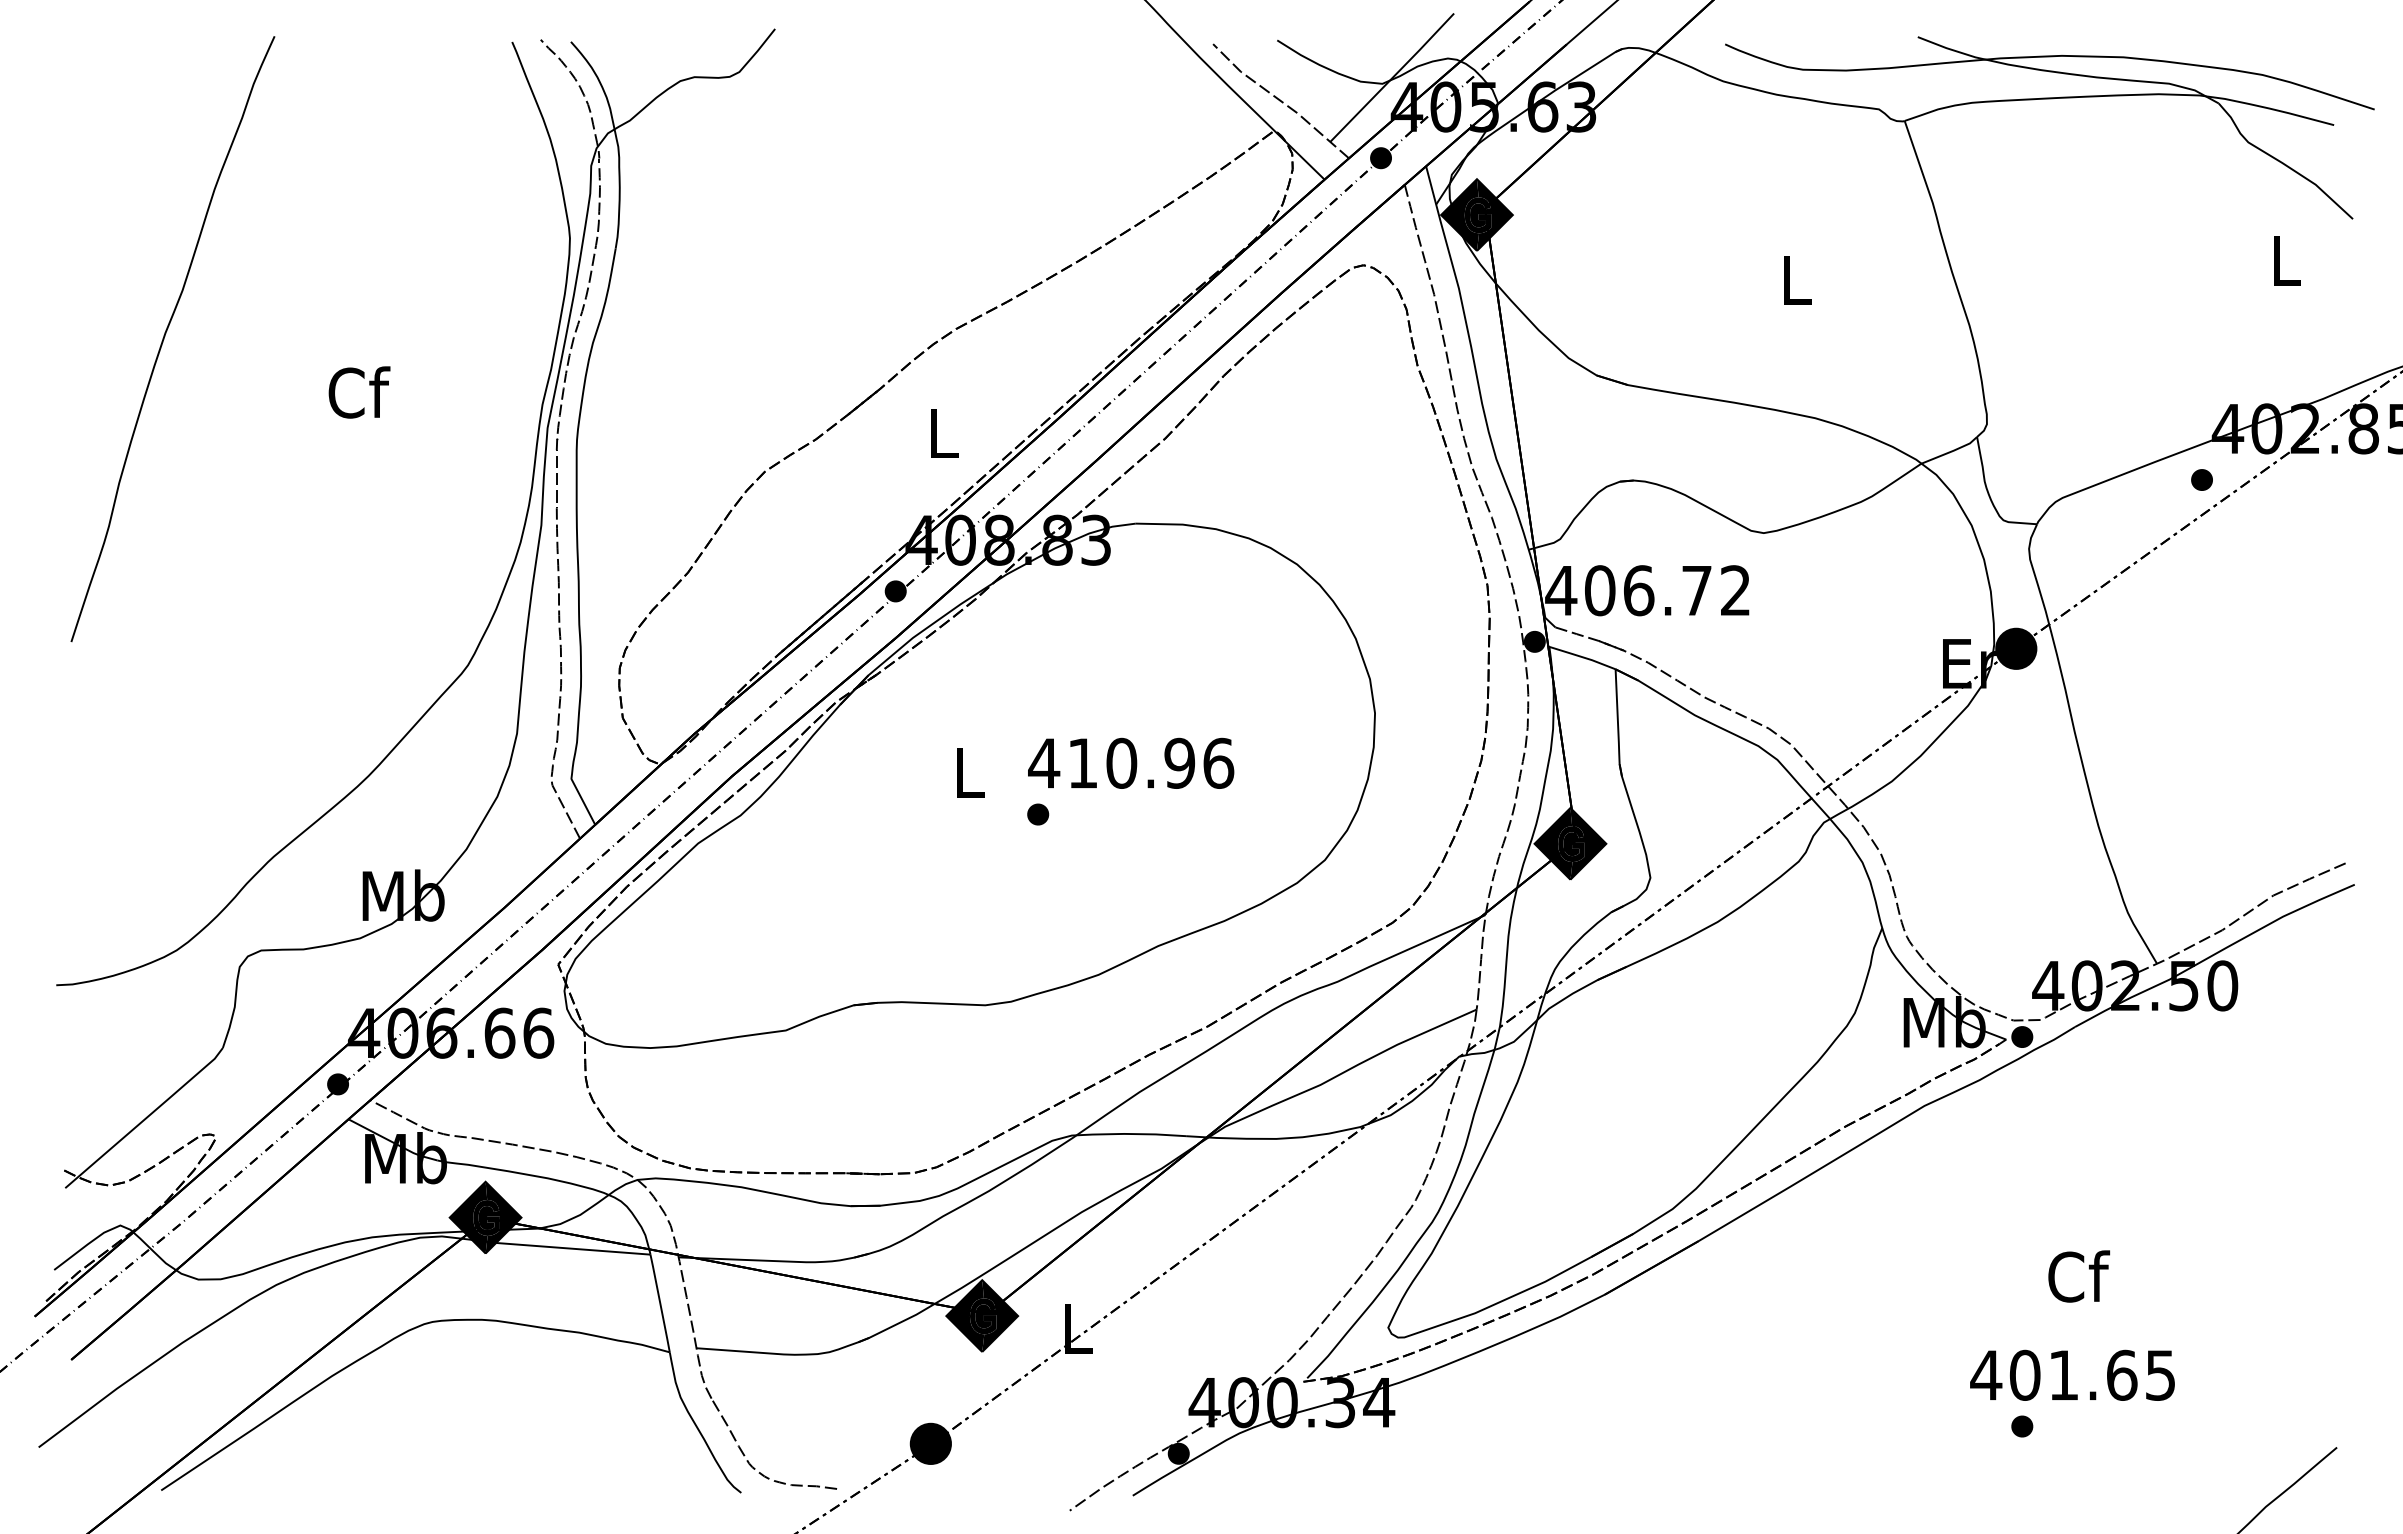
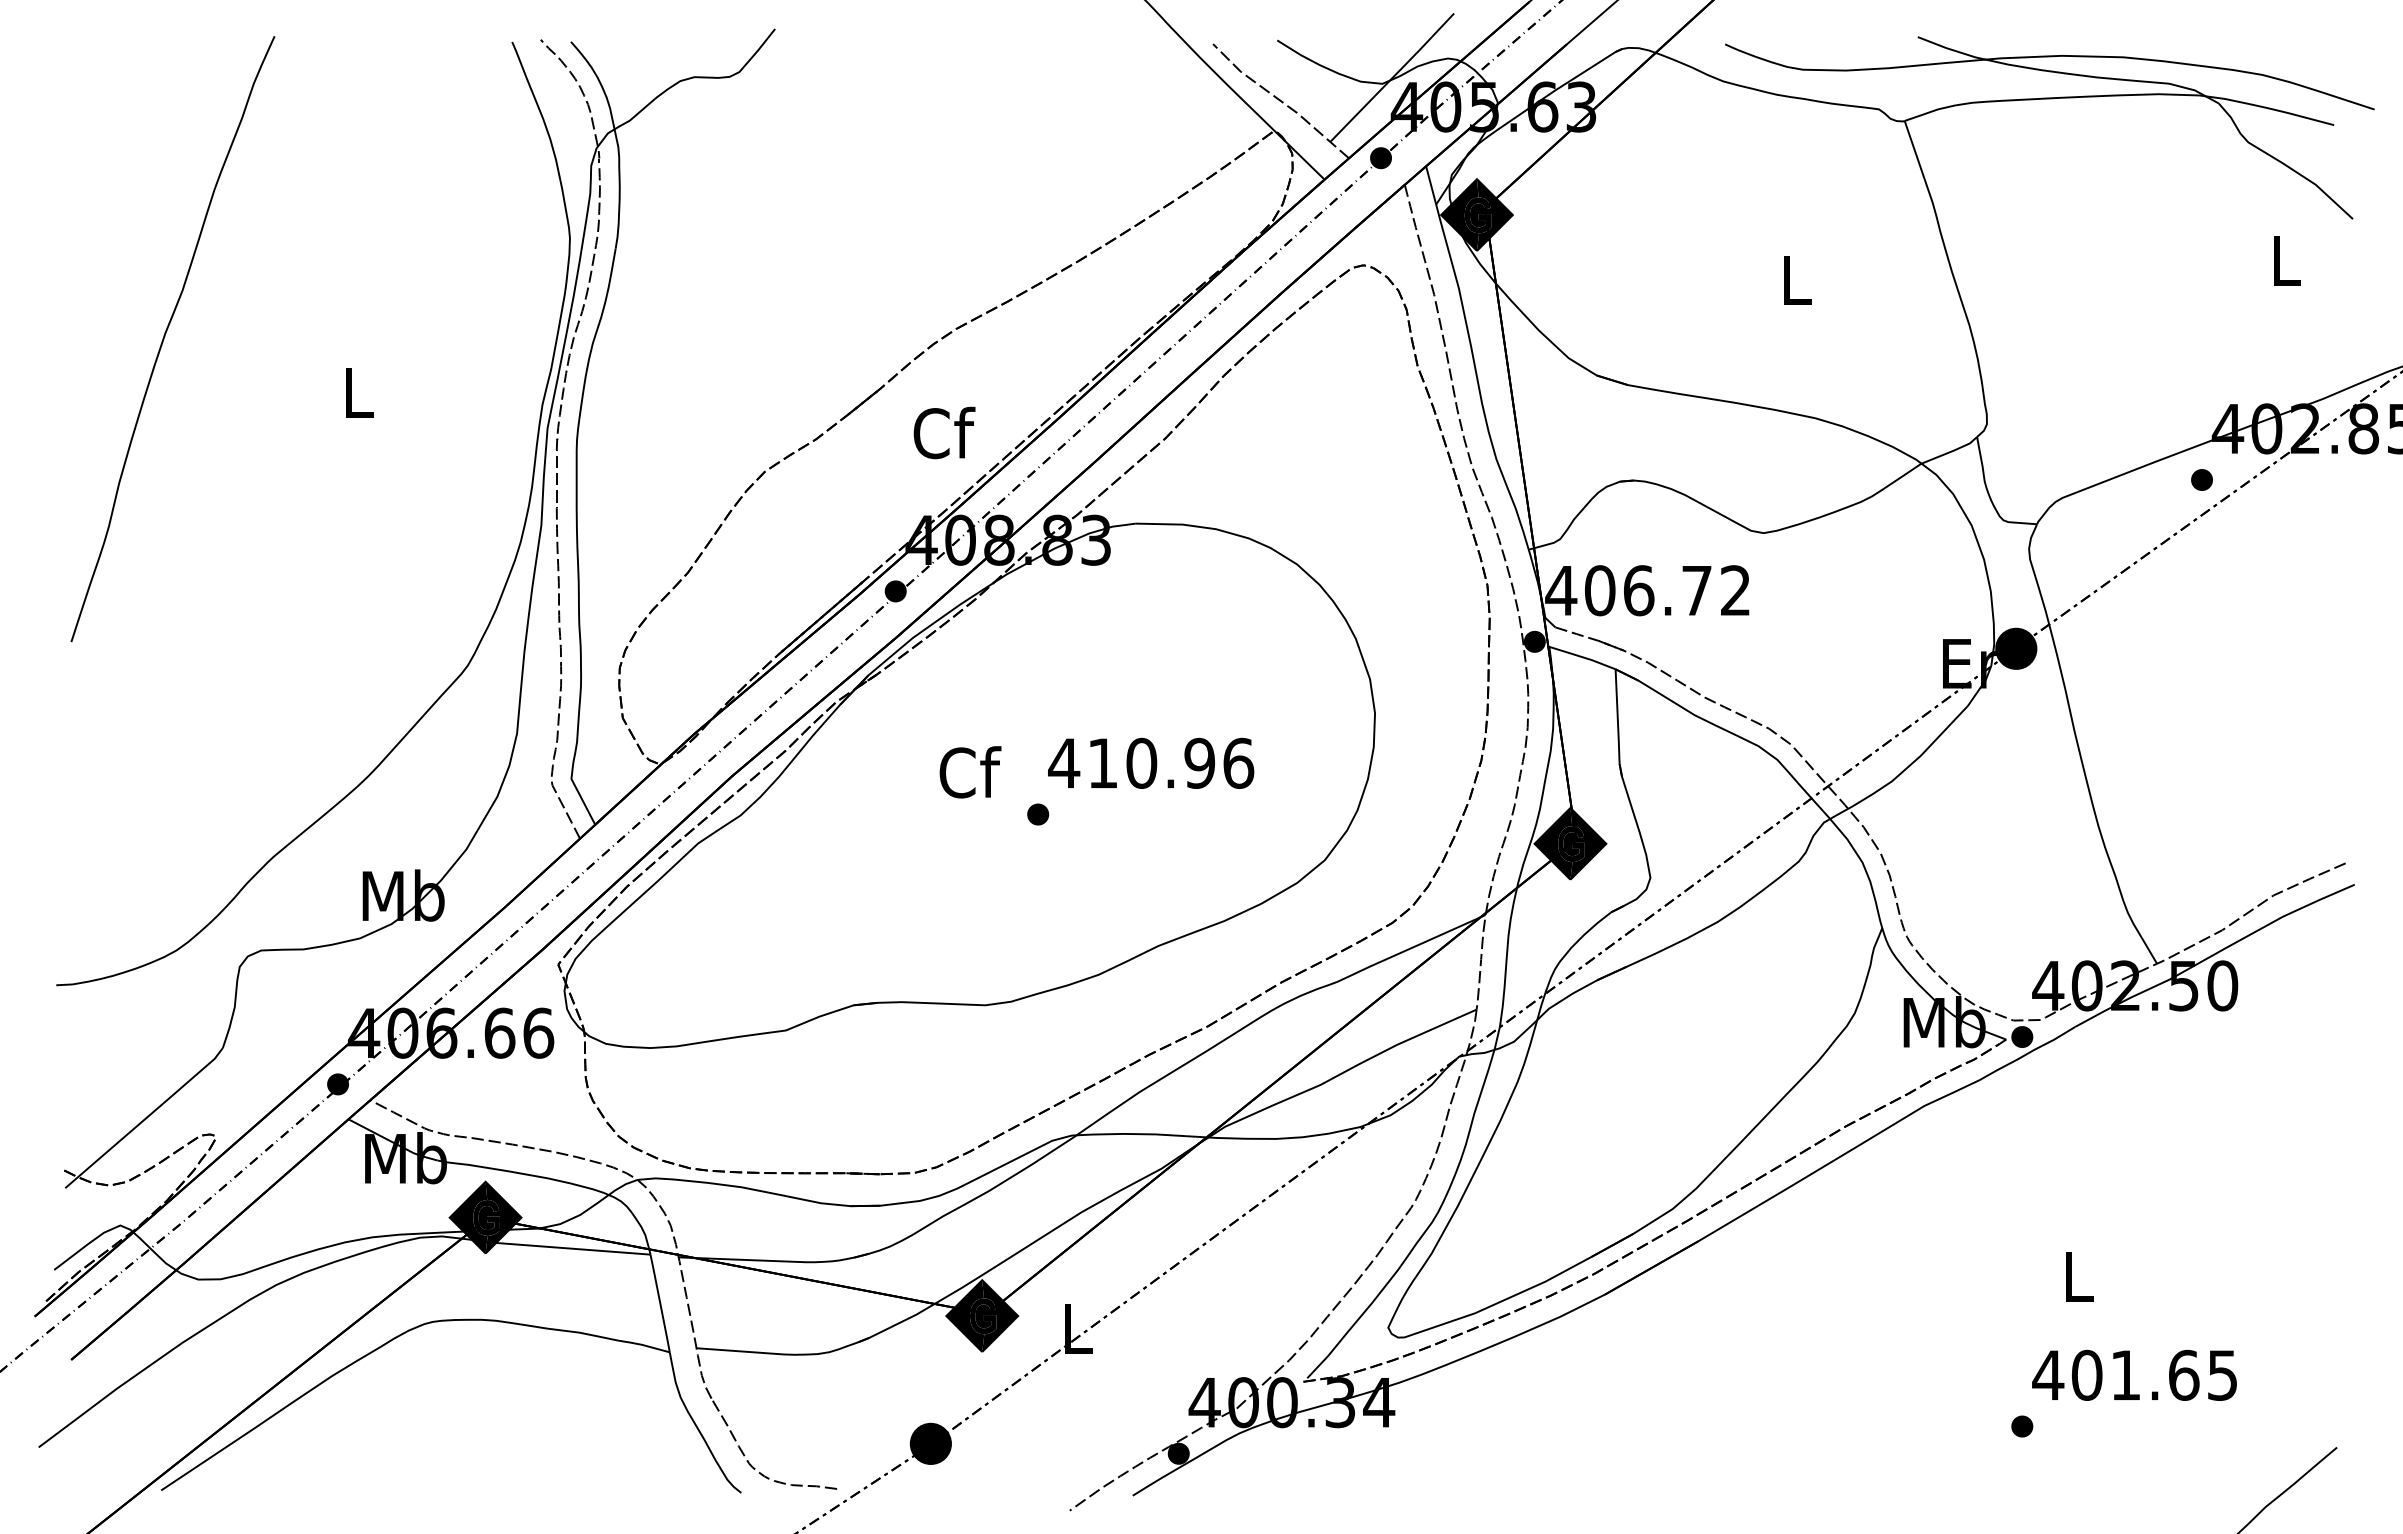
text at (359, 392): Cf -> L
text at (944, 432): L -> Cf
text at (1131, 762) position: (1131, 762) -> (1151, 762)
text at (970, 772): L -> Cf
text at (2079, 1276): Cf -> L
text at (2072, 1374) position: (2072, 1374) -> (2134, 1374)
